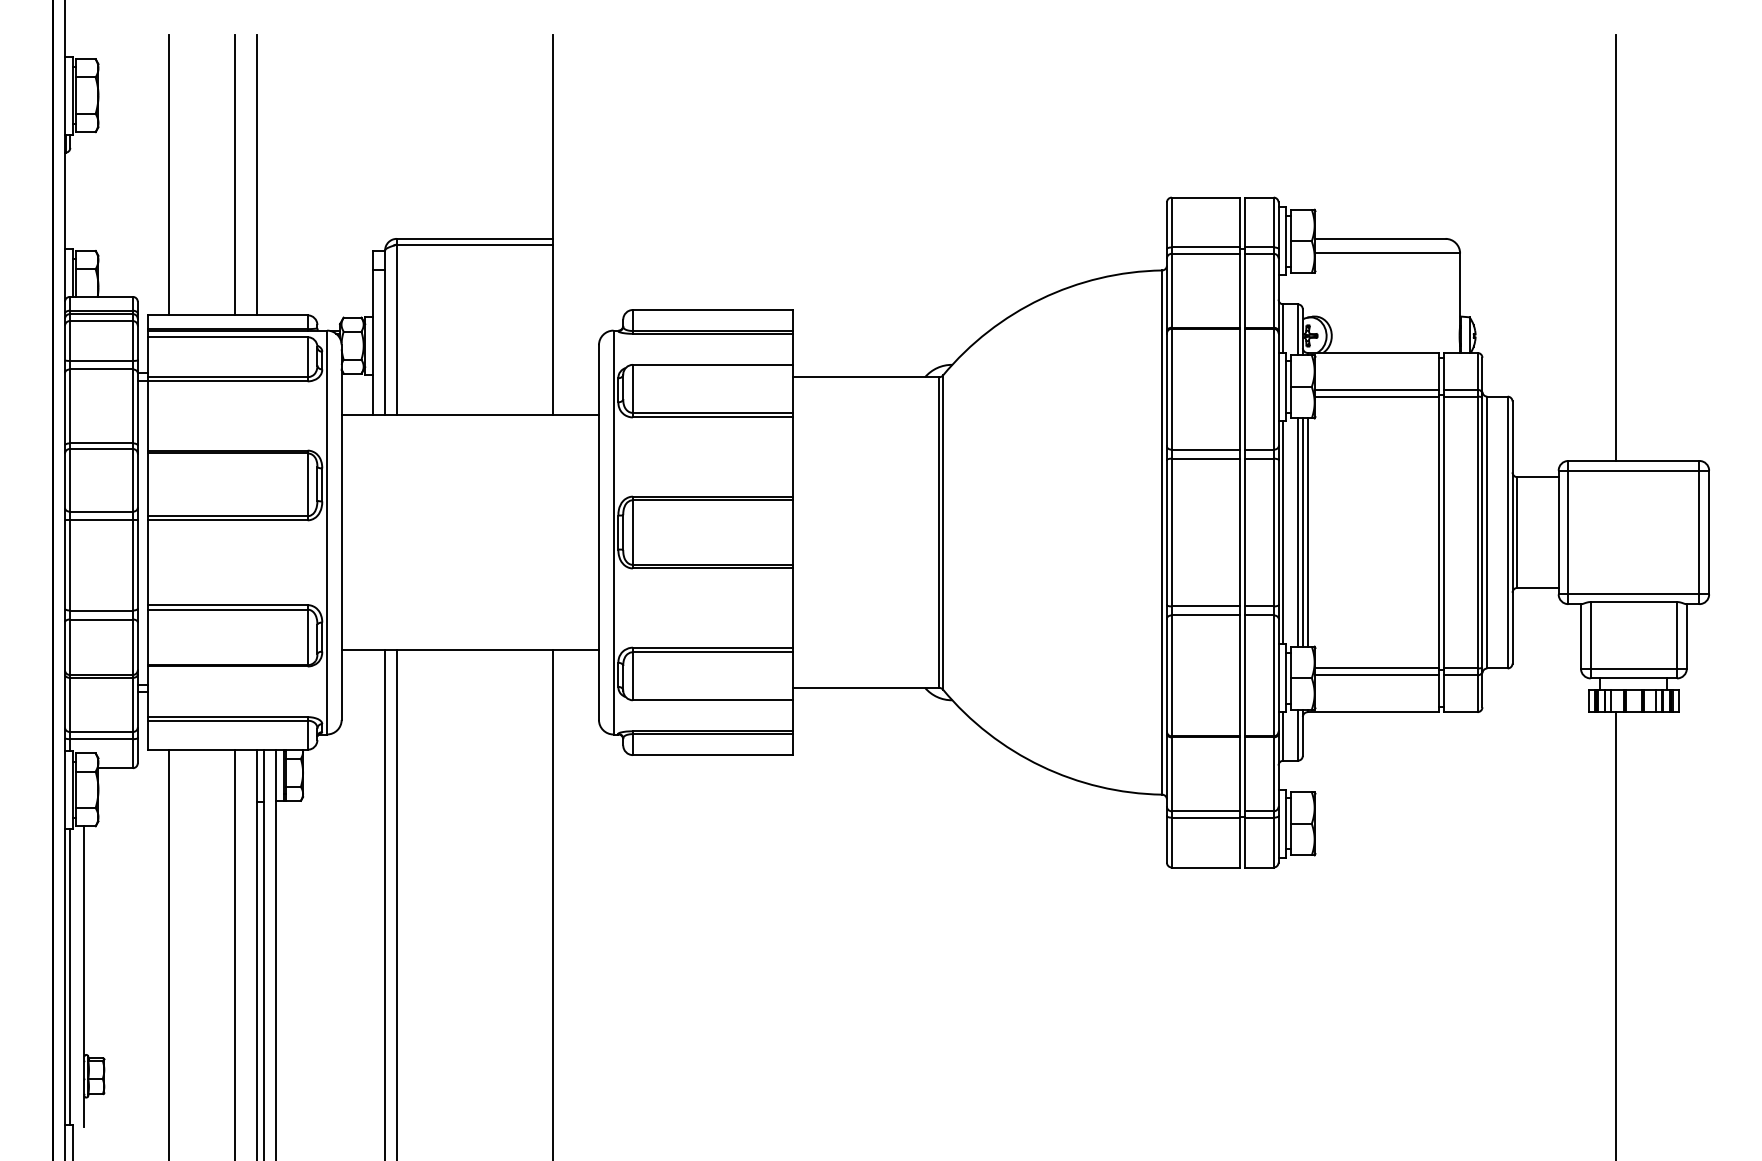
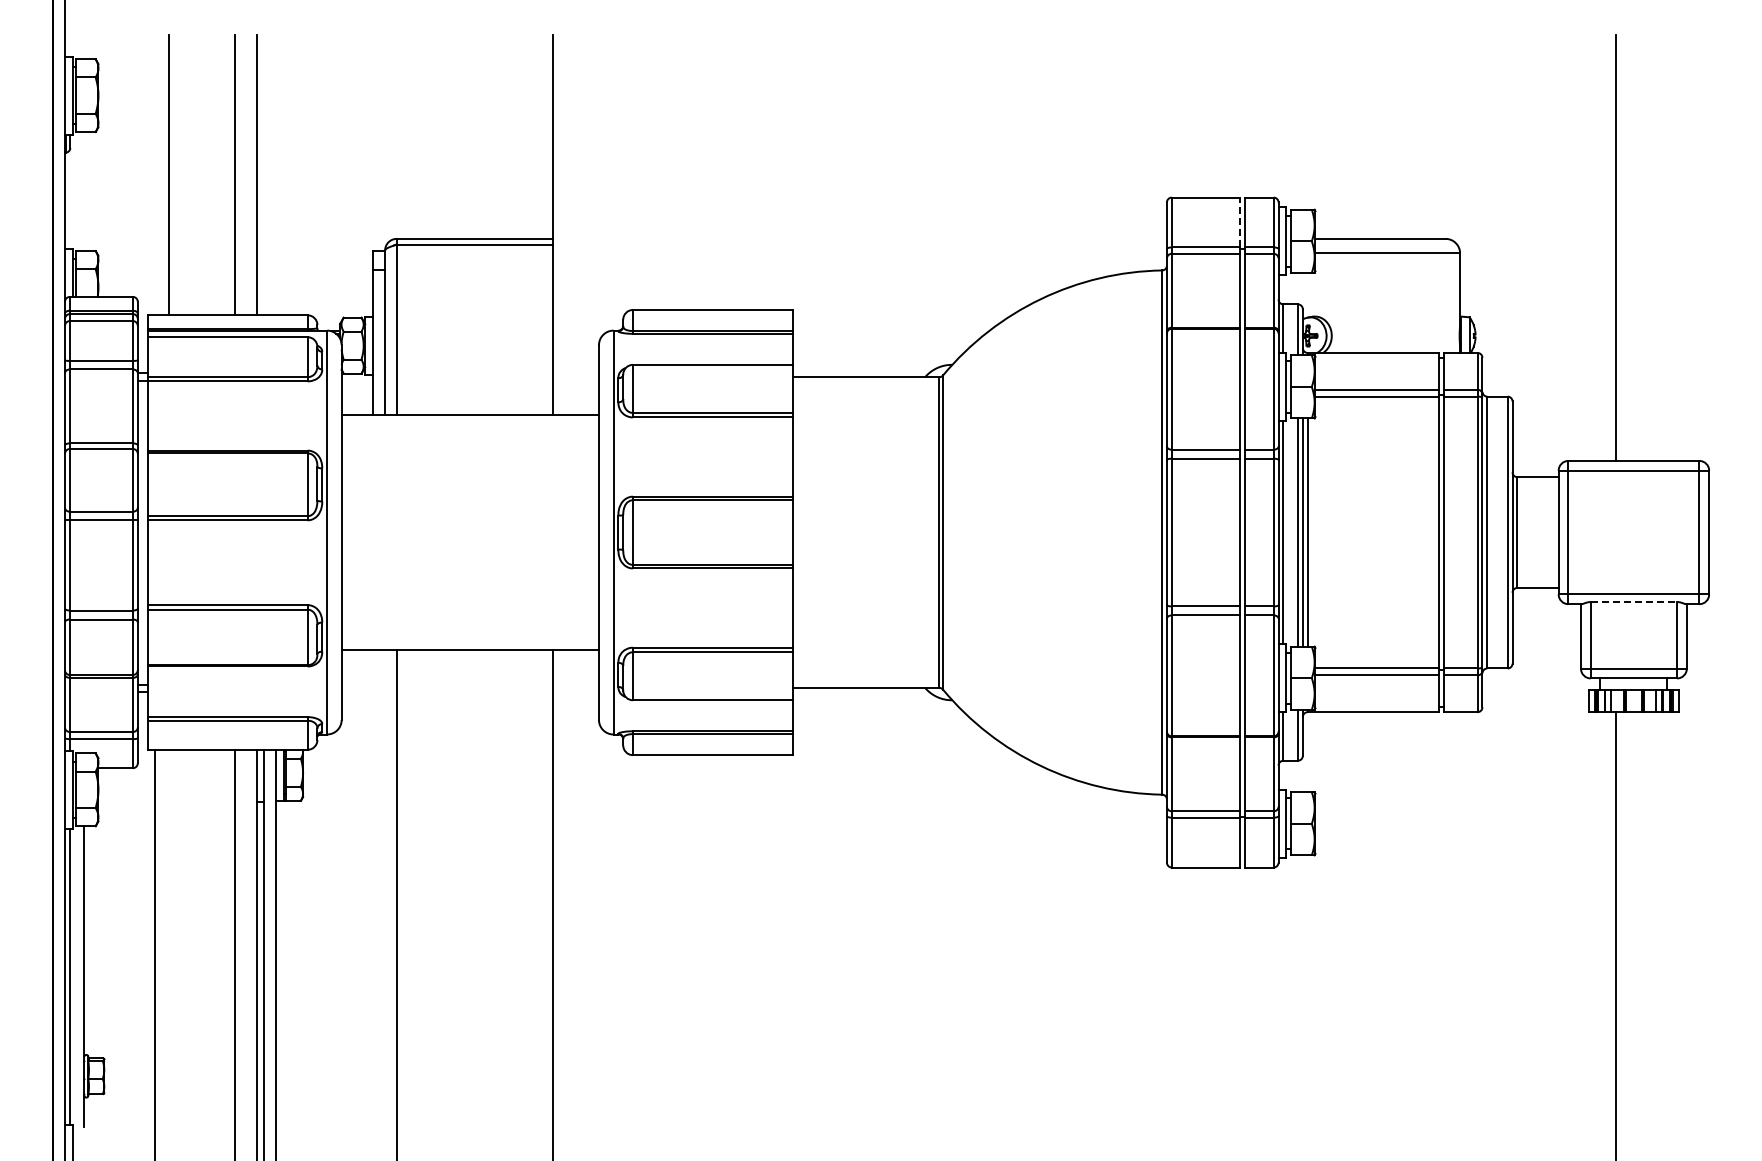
line at (1239, 222): solid -> dashed
line at (1634, 602): solid -> dashed
line at (385, 903): present -> none
line at (169, 953) position: (169, 953) -> (155, 953)
